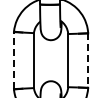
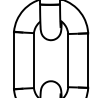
line at (13, 60): dashed -> solid
line at (88, 61): dashed -> solid
